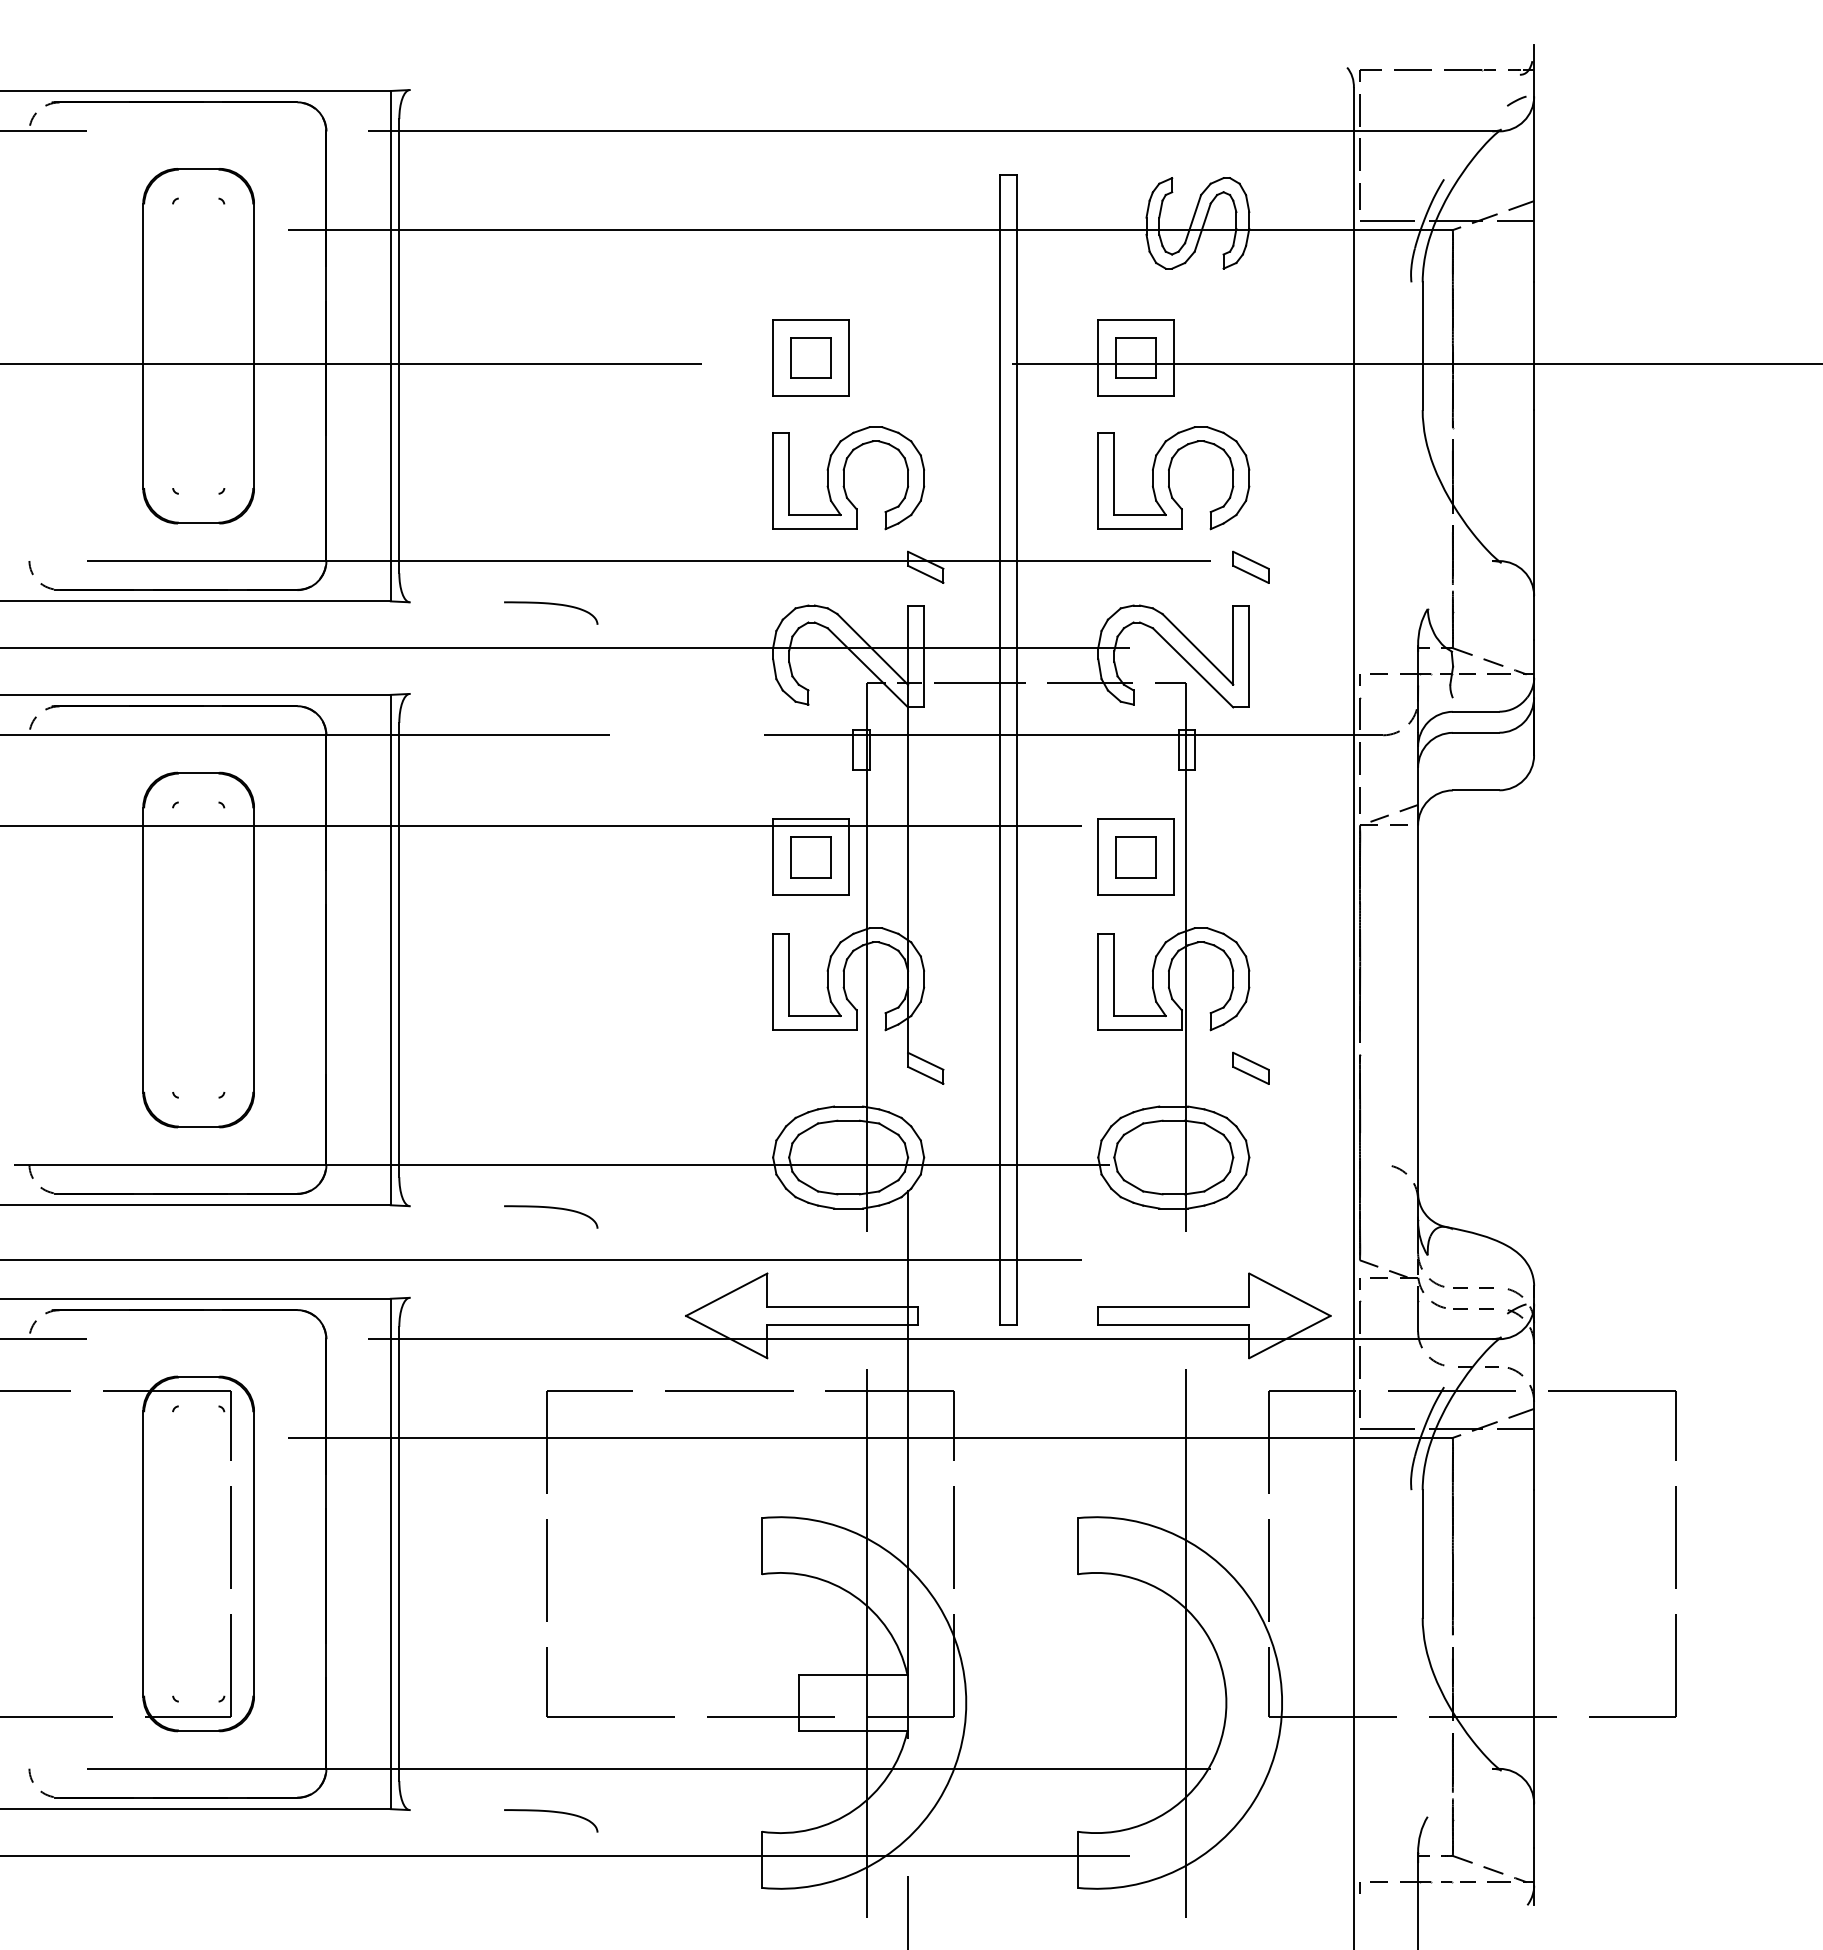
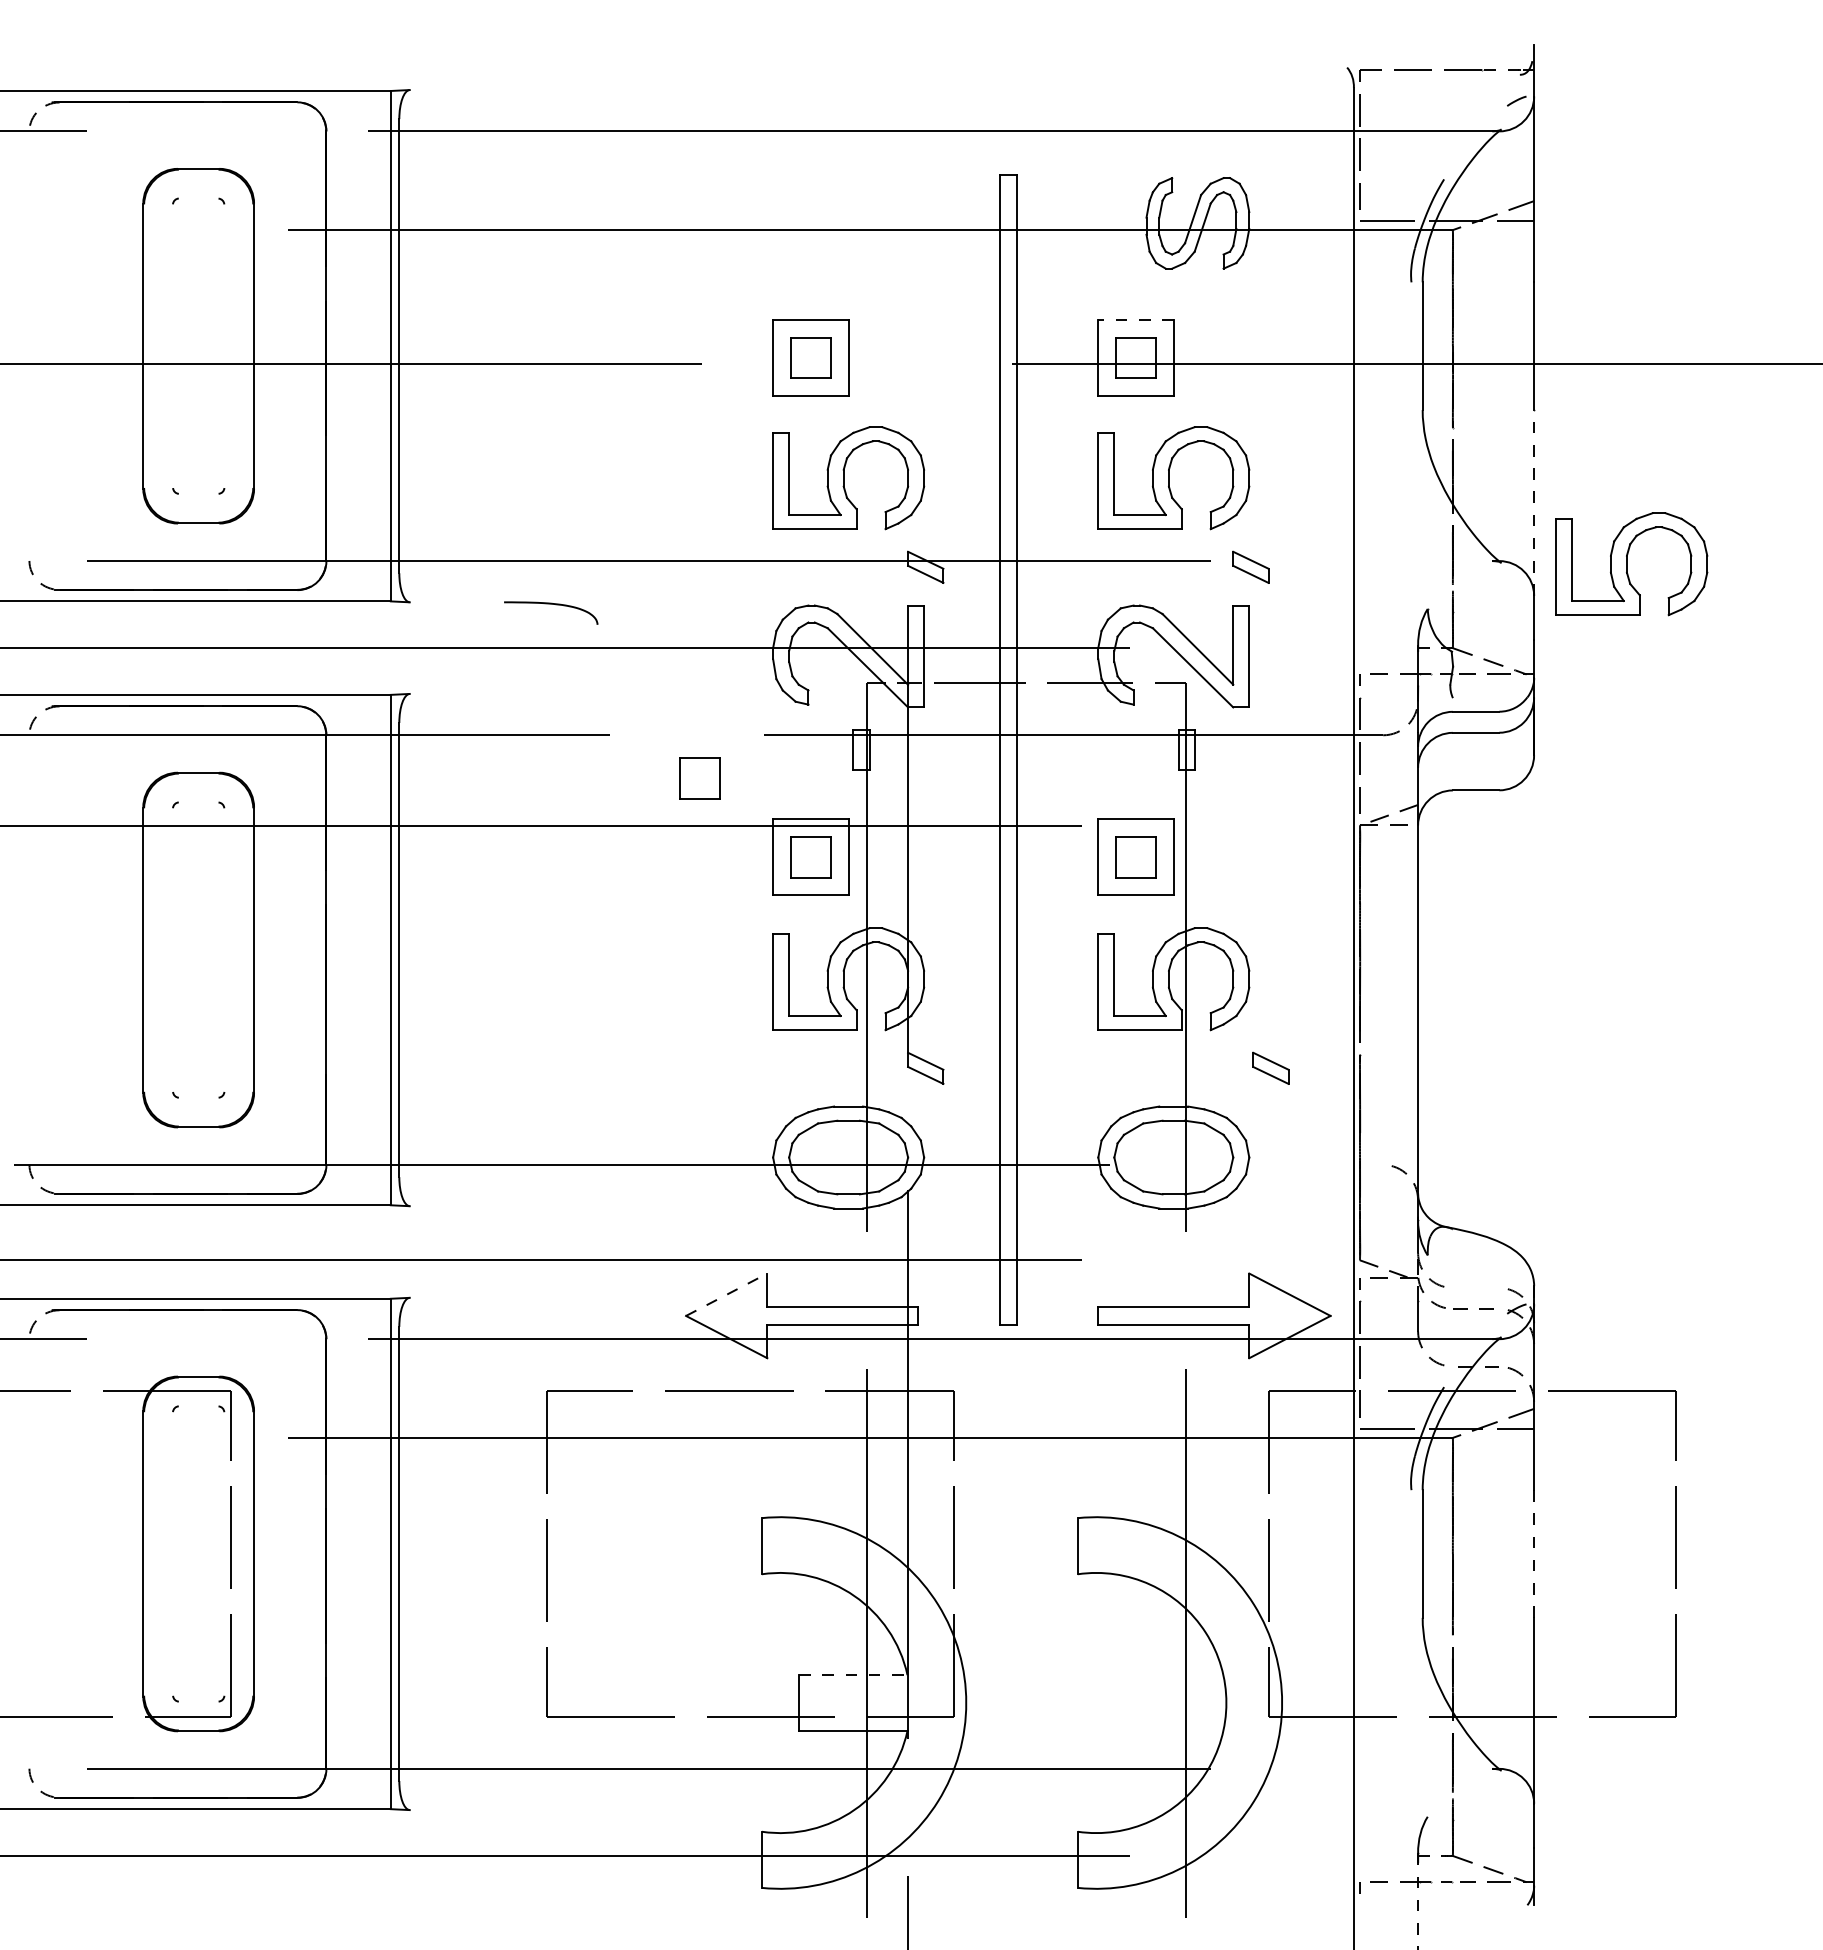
line at (1136, 320): solid -> dashed
line at (1534, 503): solid -> dashed
part at (1631, 564): none -> present
part at (699, 778): none -> present
part at (1250, 1067) position: (1250, 1067) -> (1270, 1067)
curve at (551, 1208): present -> none
line at (1467, 1287): present -> none
line at (726, 1294): solid -> dashed
line at (1534, 1554): solid -> dashed
line at (853, 1675): solid -> dashed
curve at (551, 1812): present -> none
line at (1418, 1901): solid -> dashed
